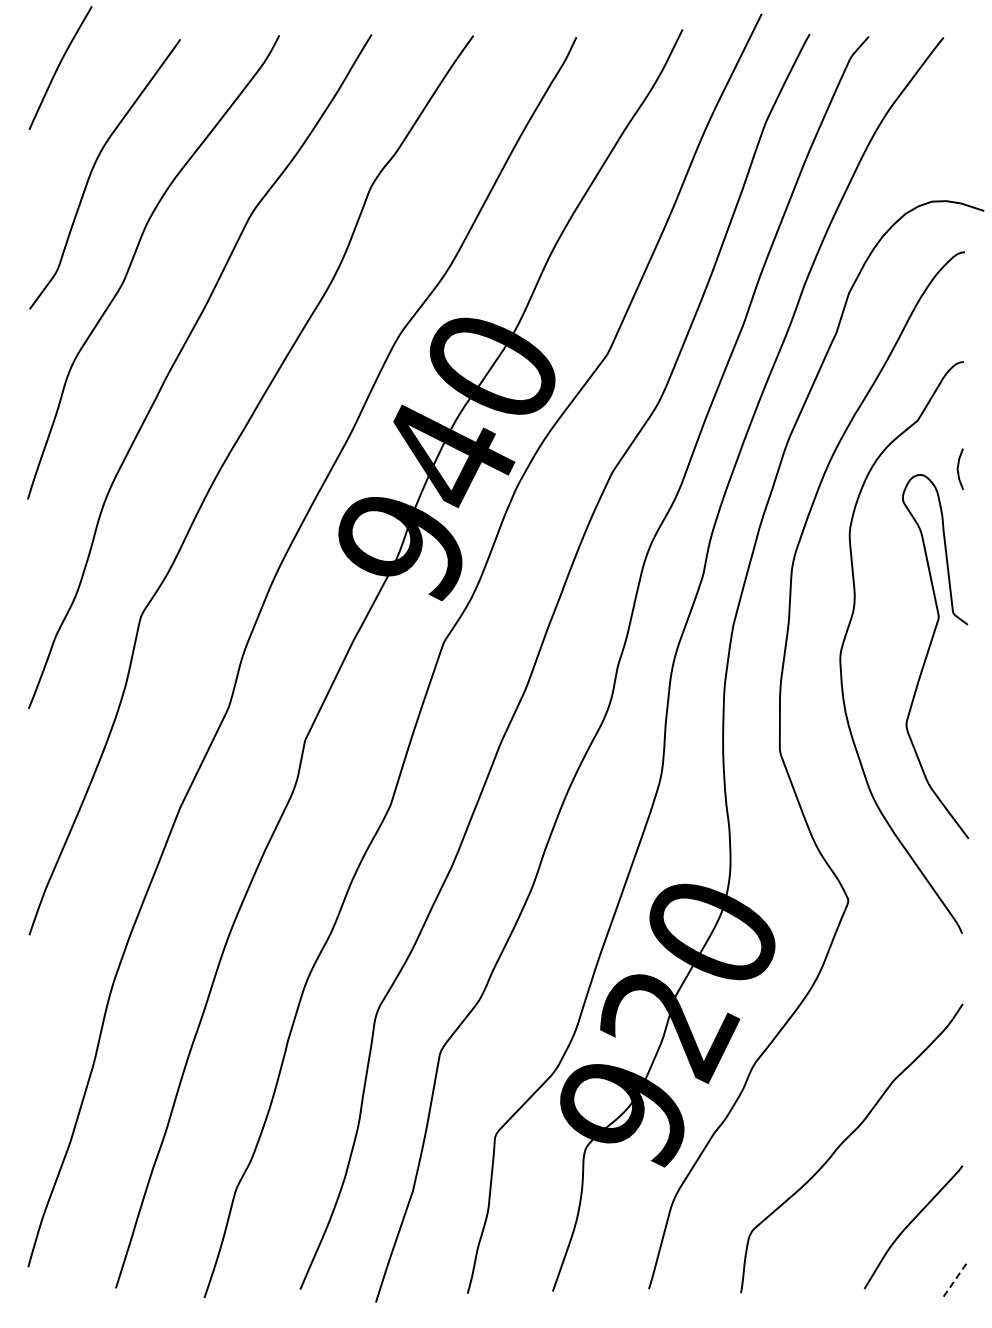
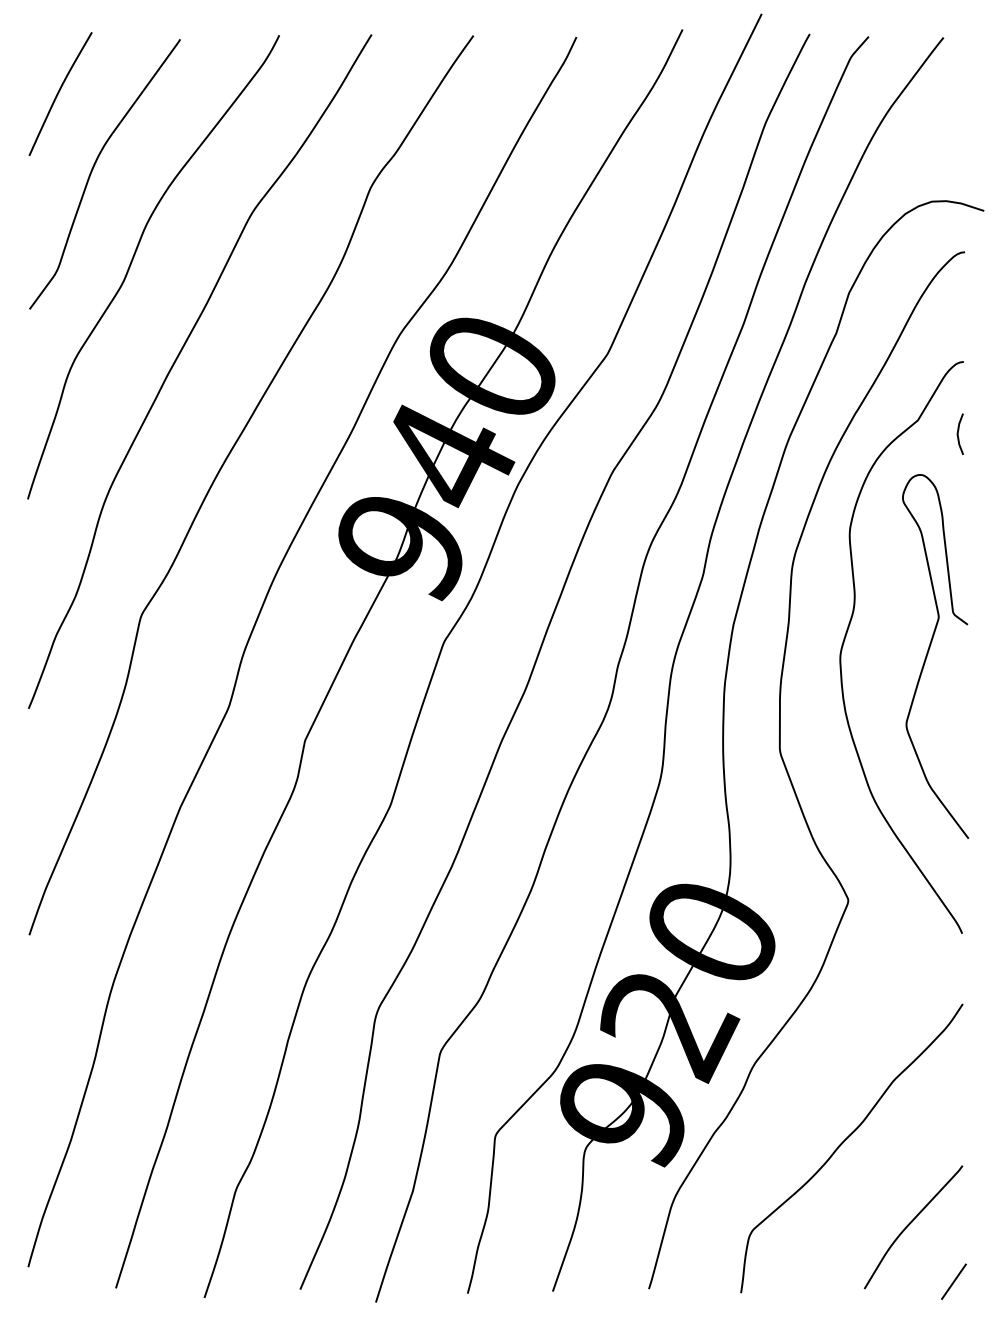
curve at (59, 66) position: (59, 66) -> (59, 92)
line at (958, 468) position: (958, 468) -> (958, 433)
line at (954, 1281): dashed -> solid
